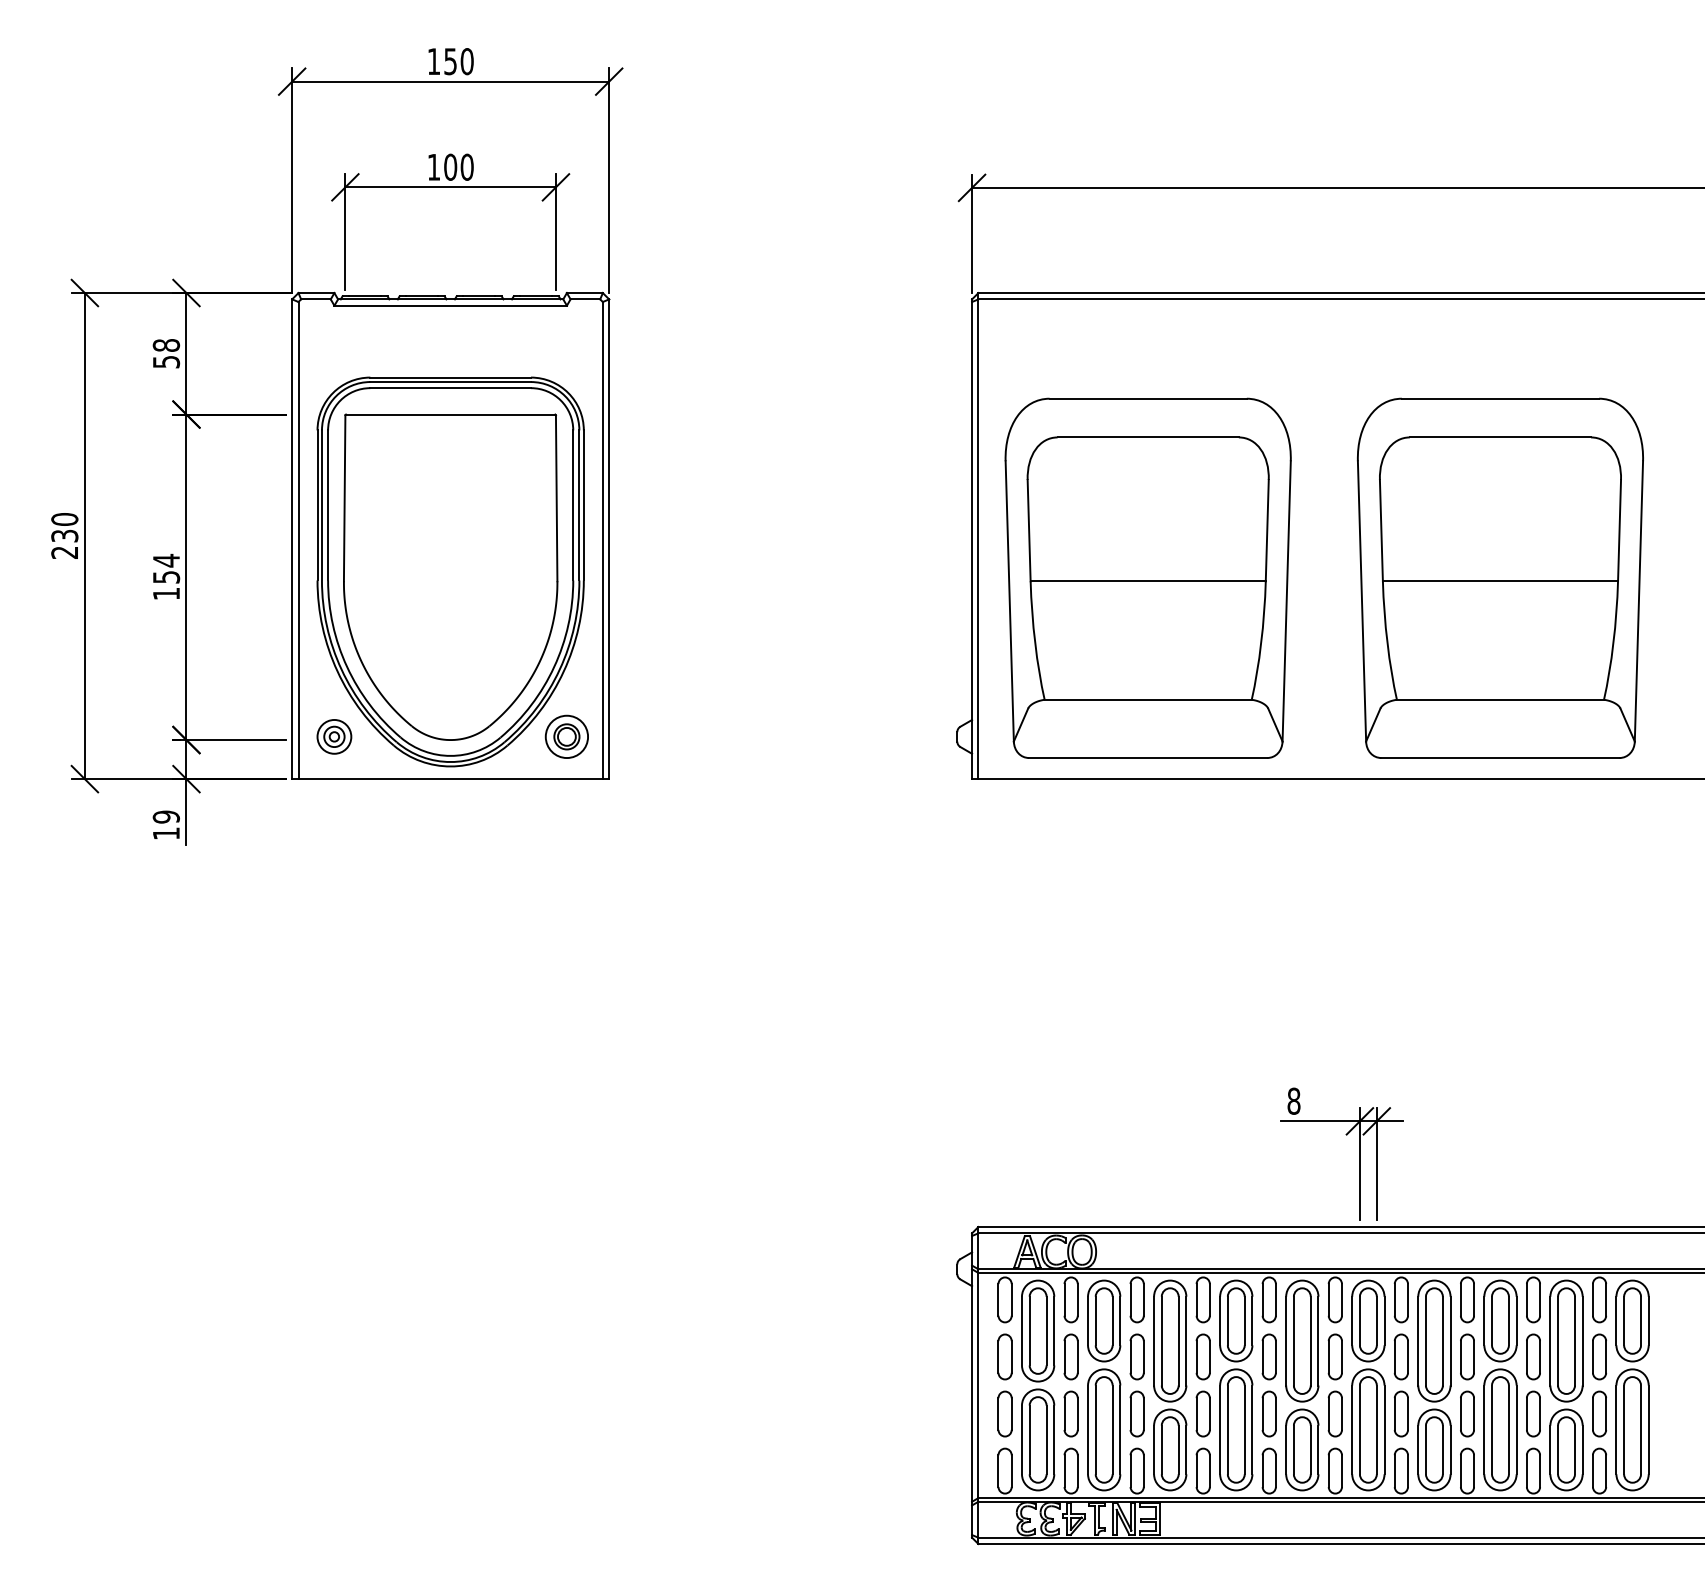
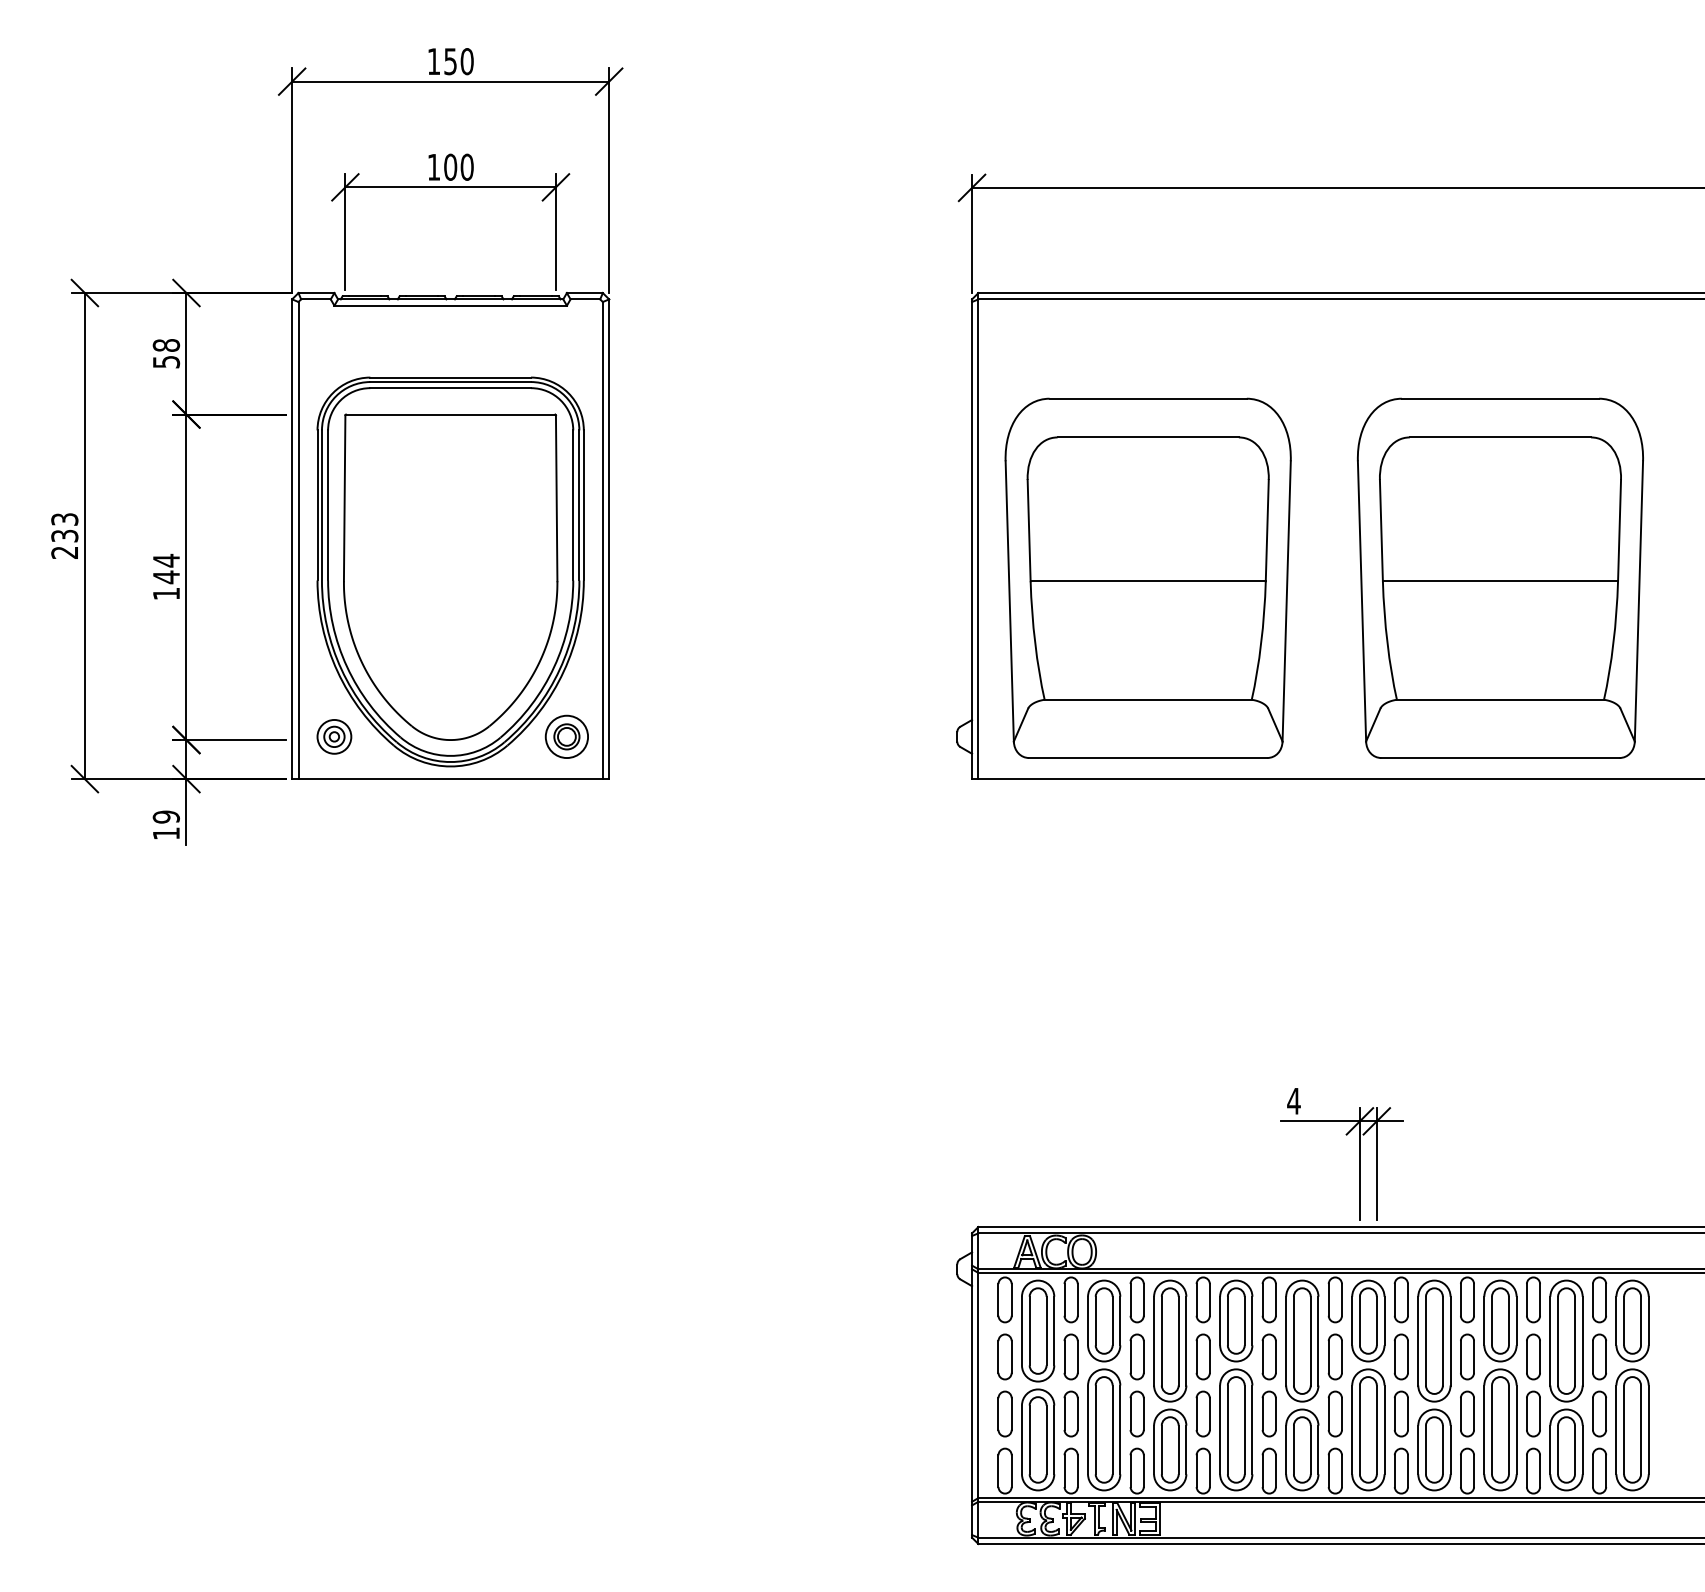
text at (64, 519): 230 -> 233
text at (166, 577): 154 -> 144
text at (1293, 1100): 8 -> 4
